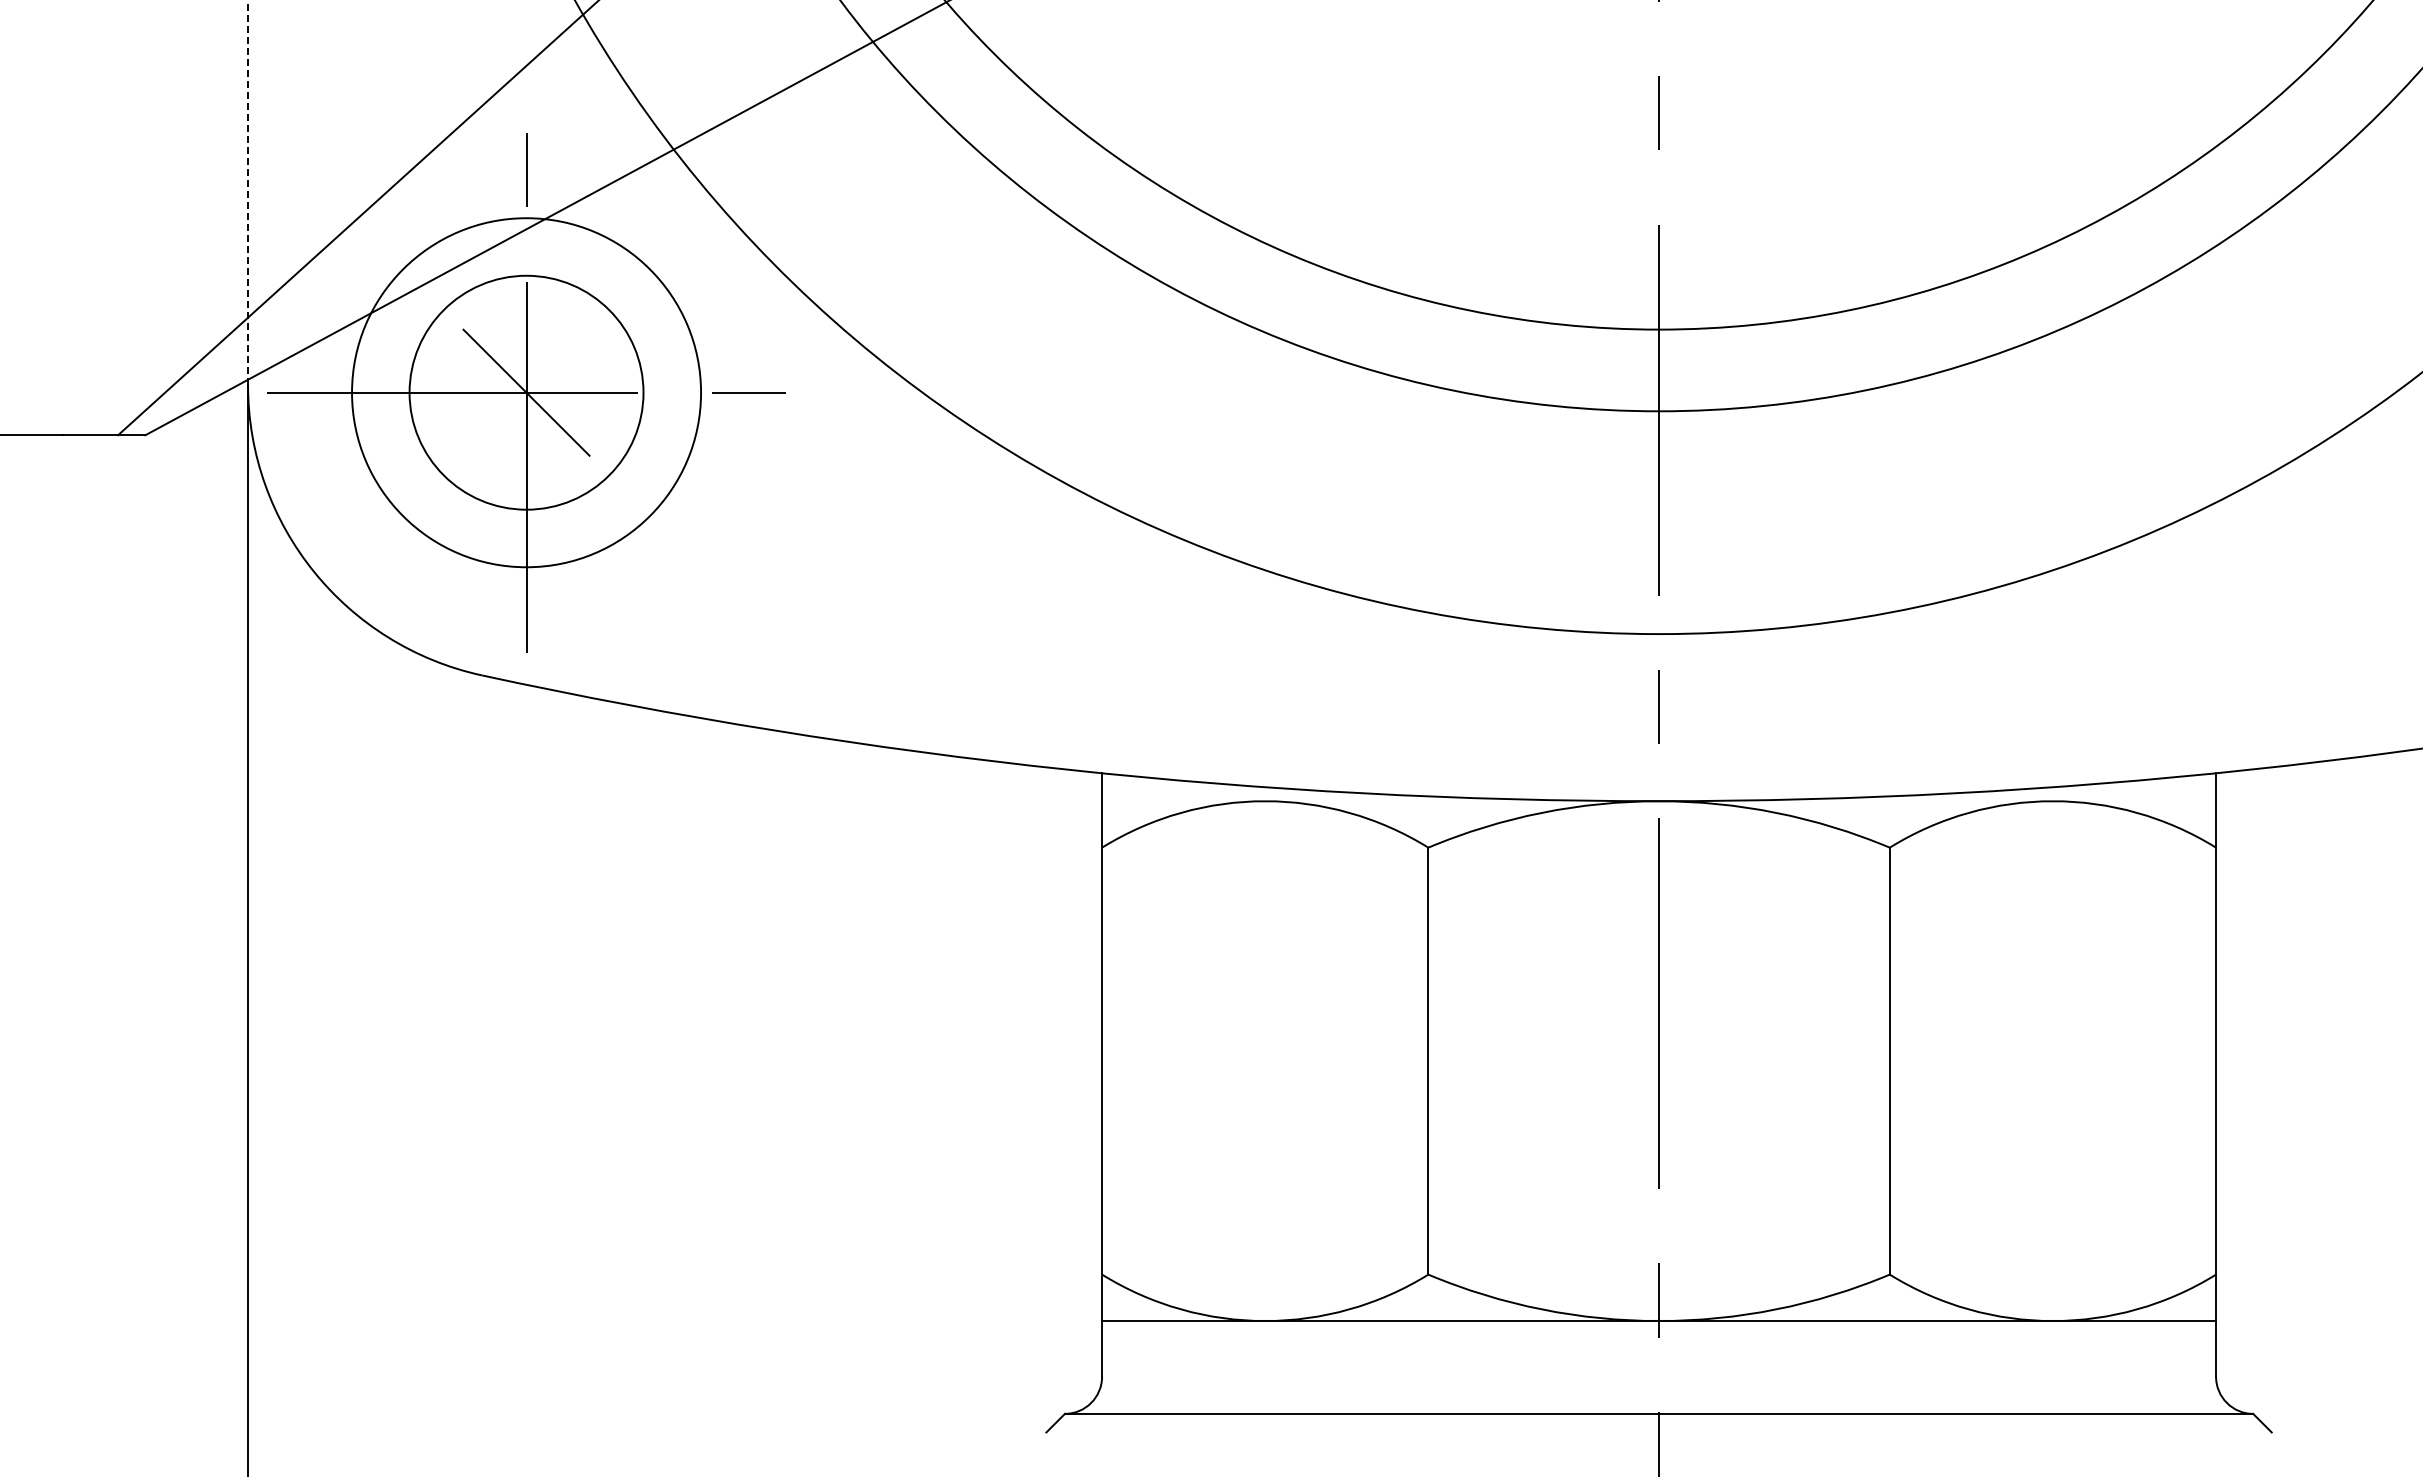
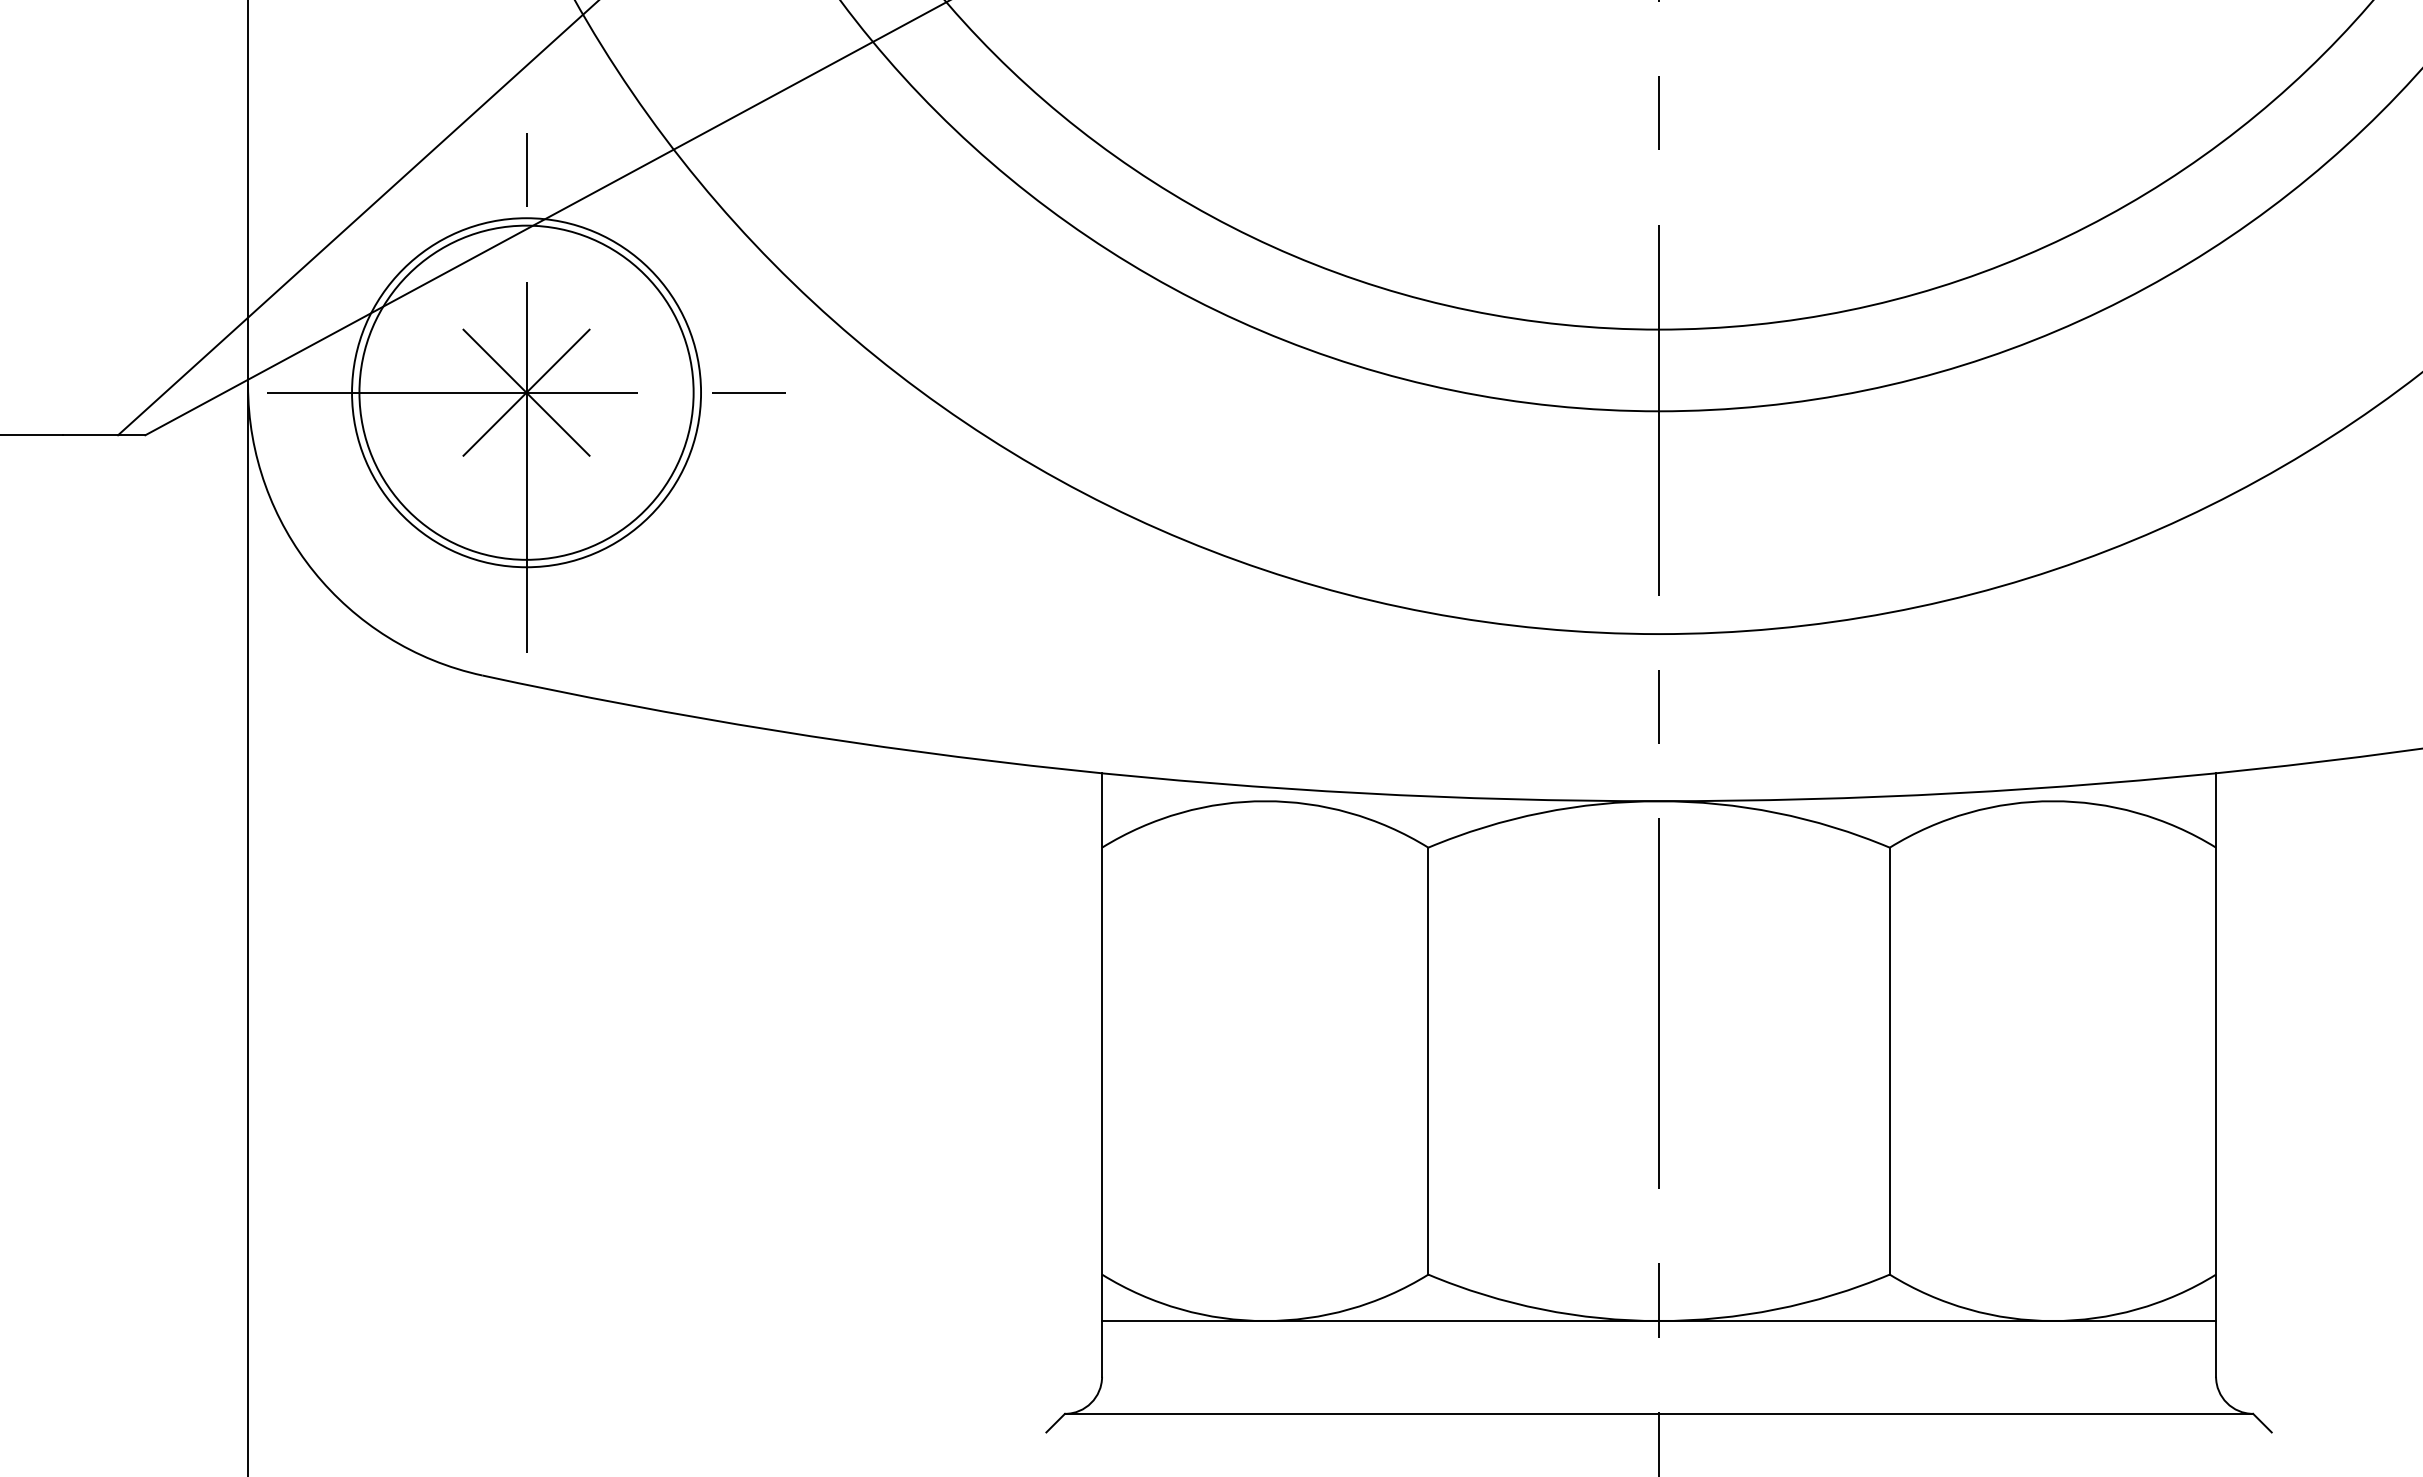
line at (248, 192): dashed -> solid
circle at (526, 392) diameter: 234 px -> 334 px
line at (526, 392): none -> present
